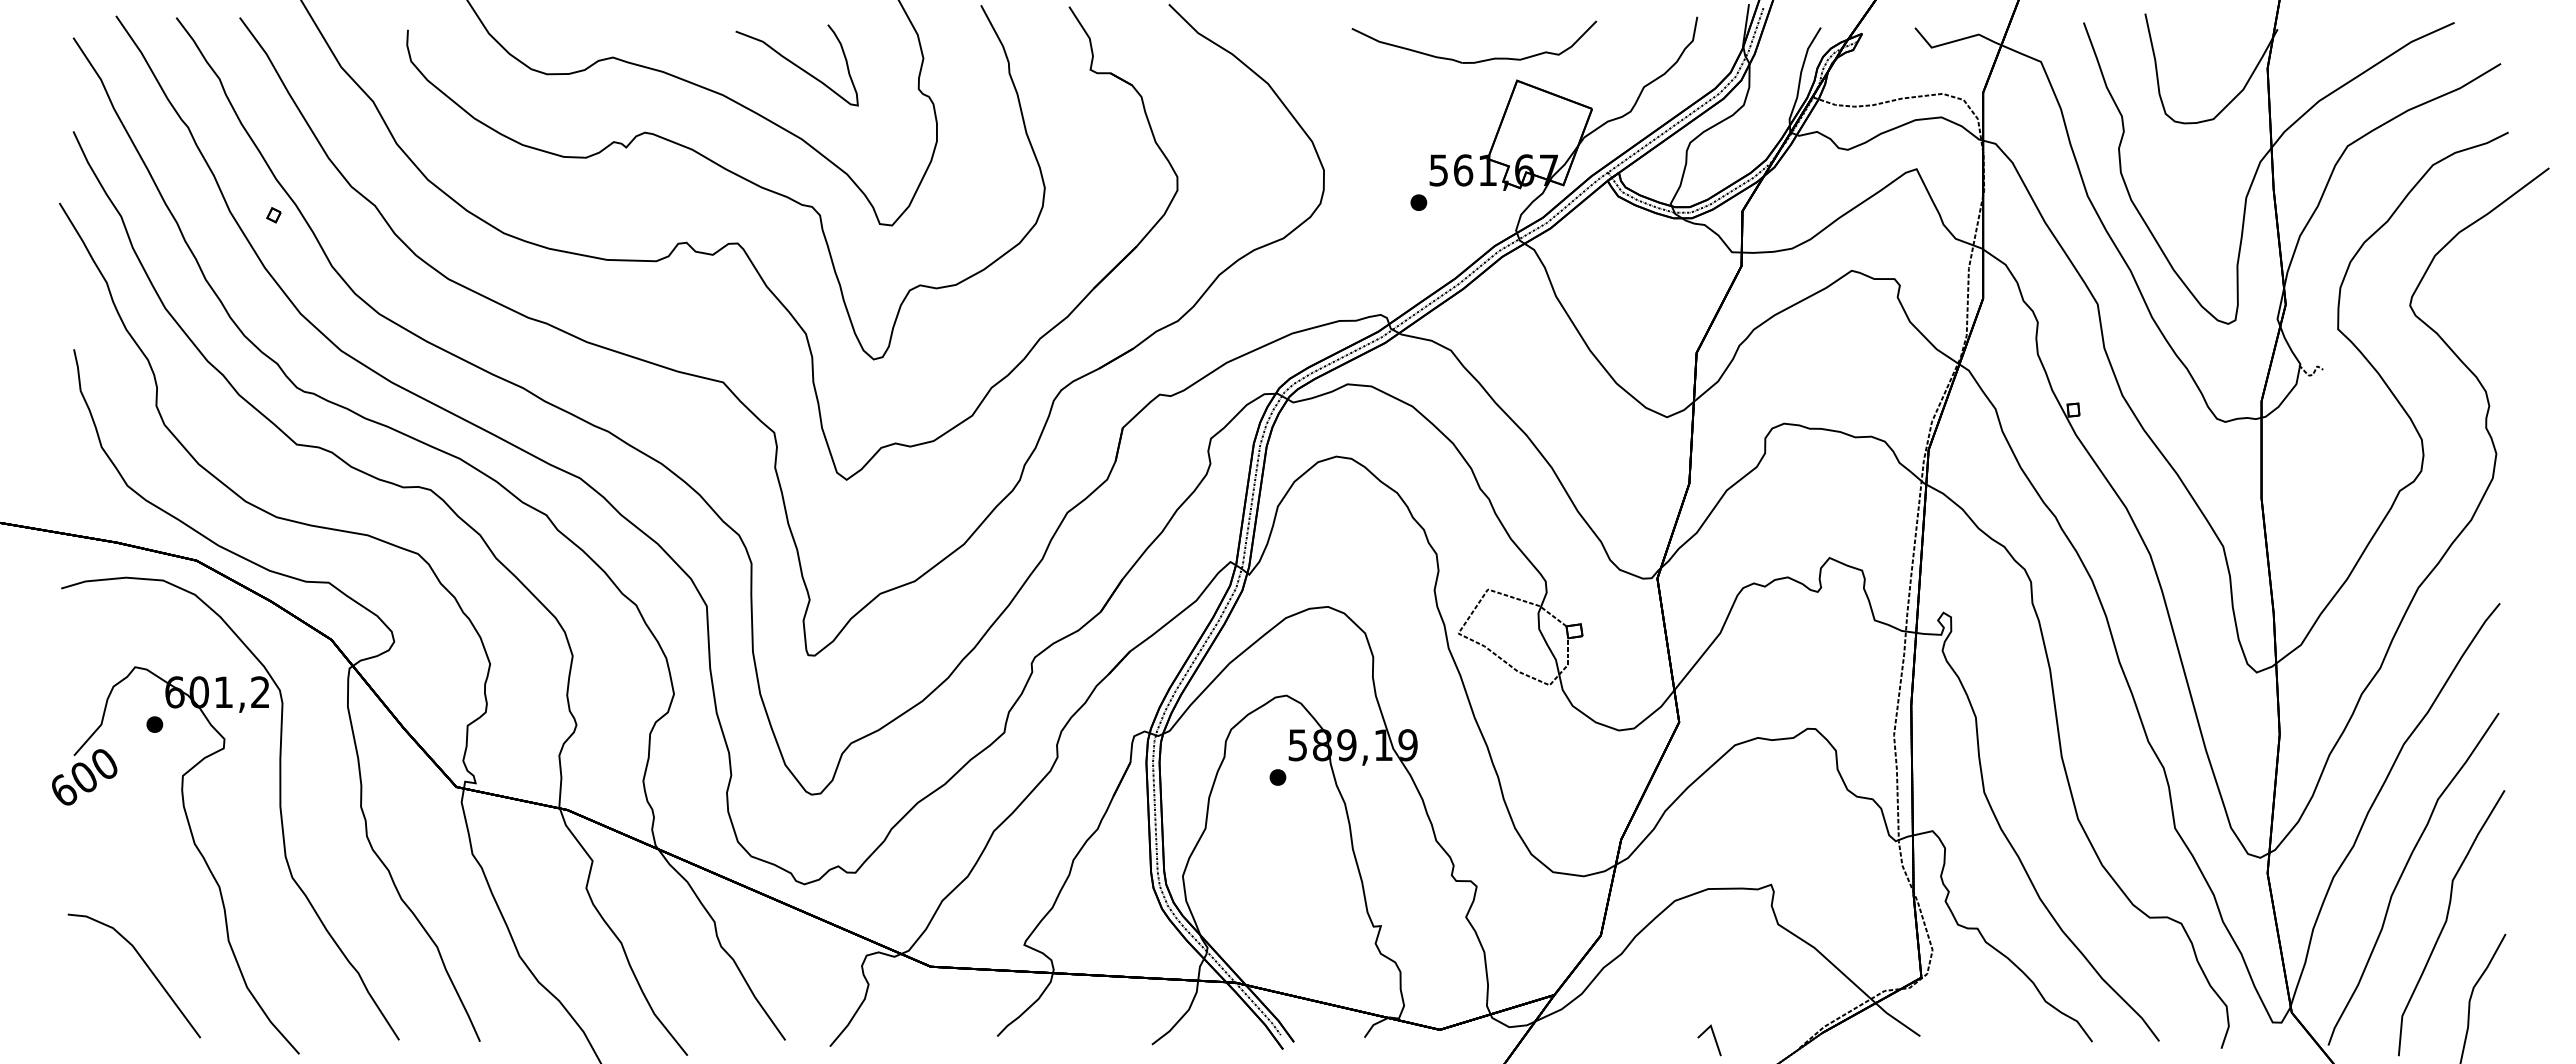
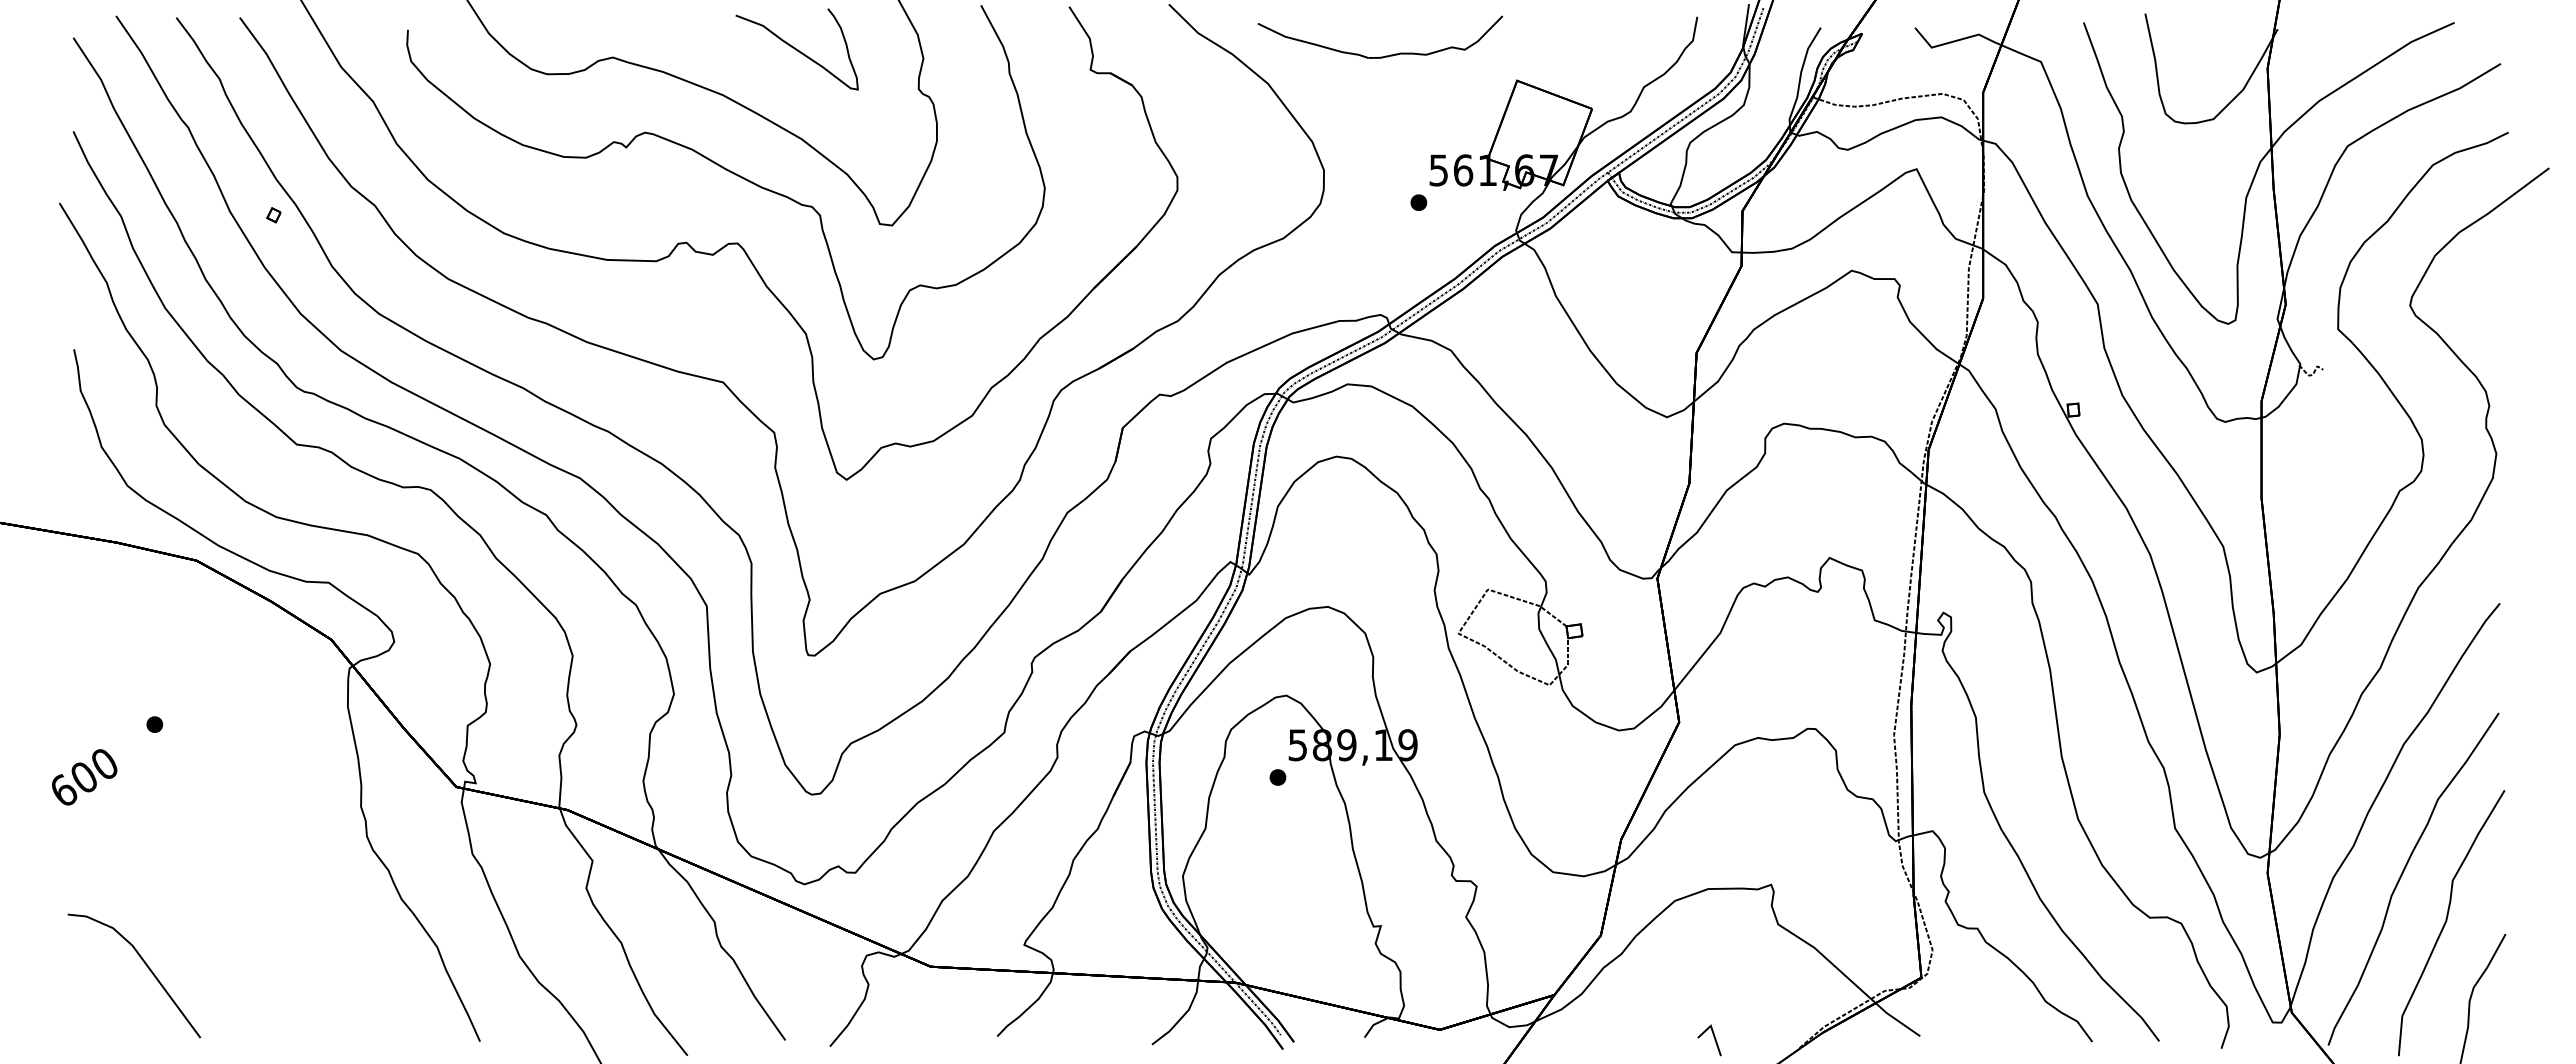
part at (1479, 60) position: (1479, 60) -> (1385, 55)
curve at (796, 65) position: (796, 65) -> (796, 49)
part at (191, 828): present -> none
